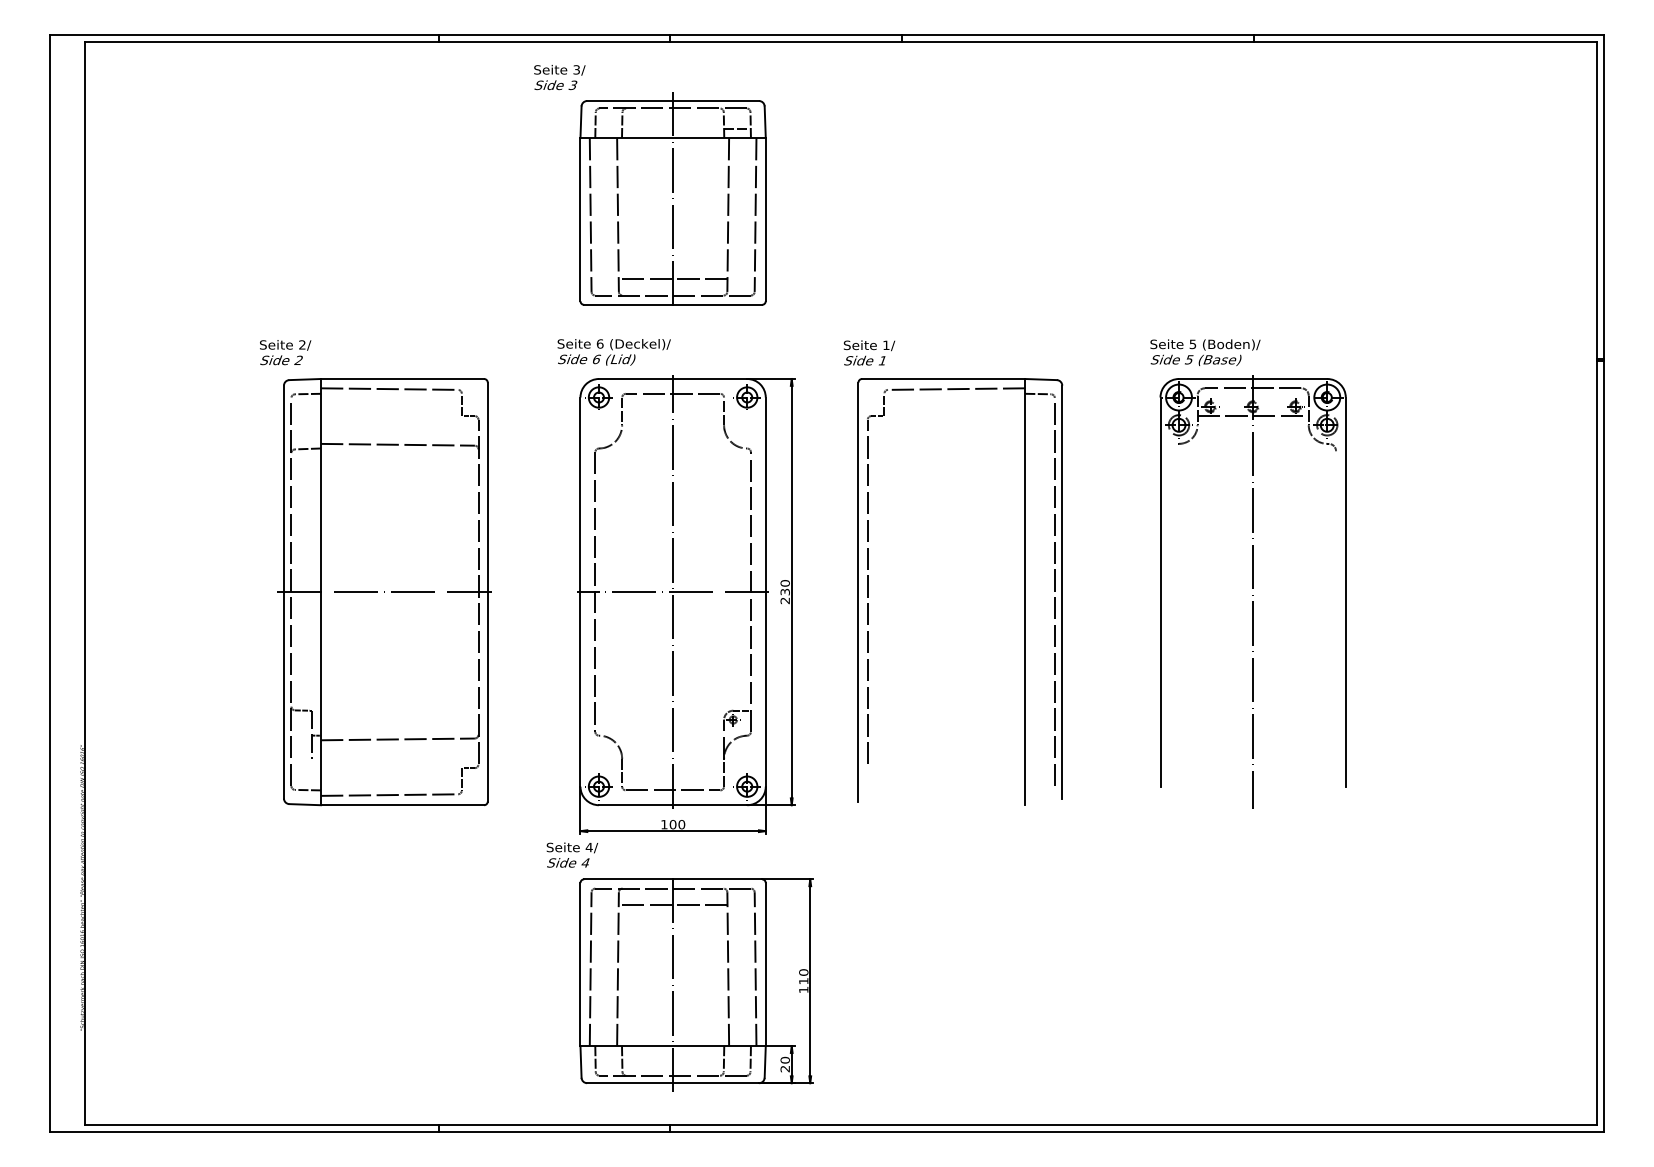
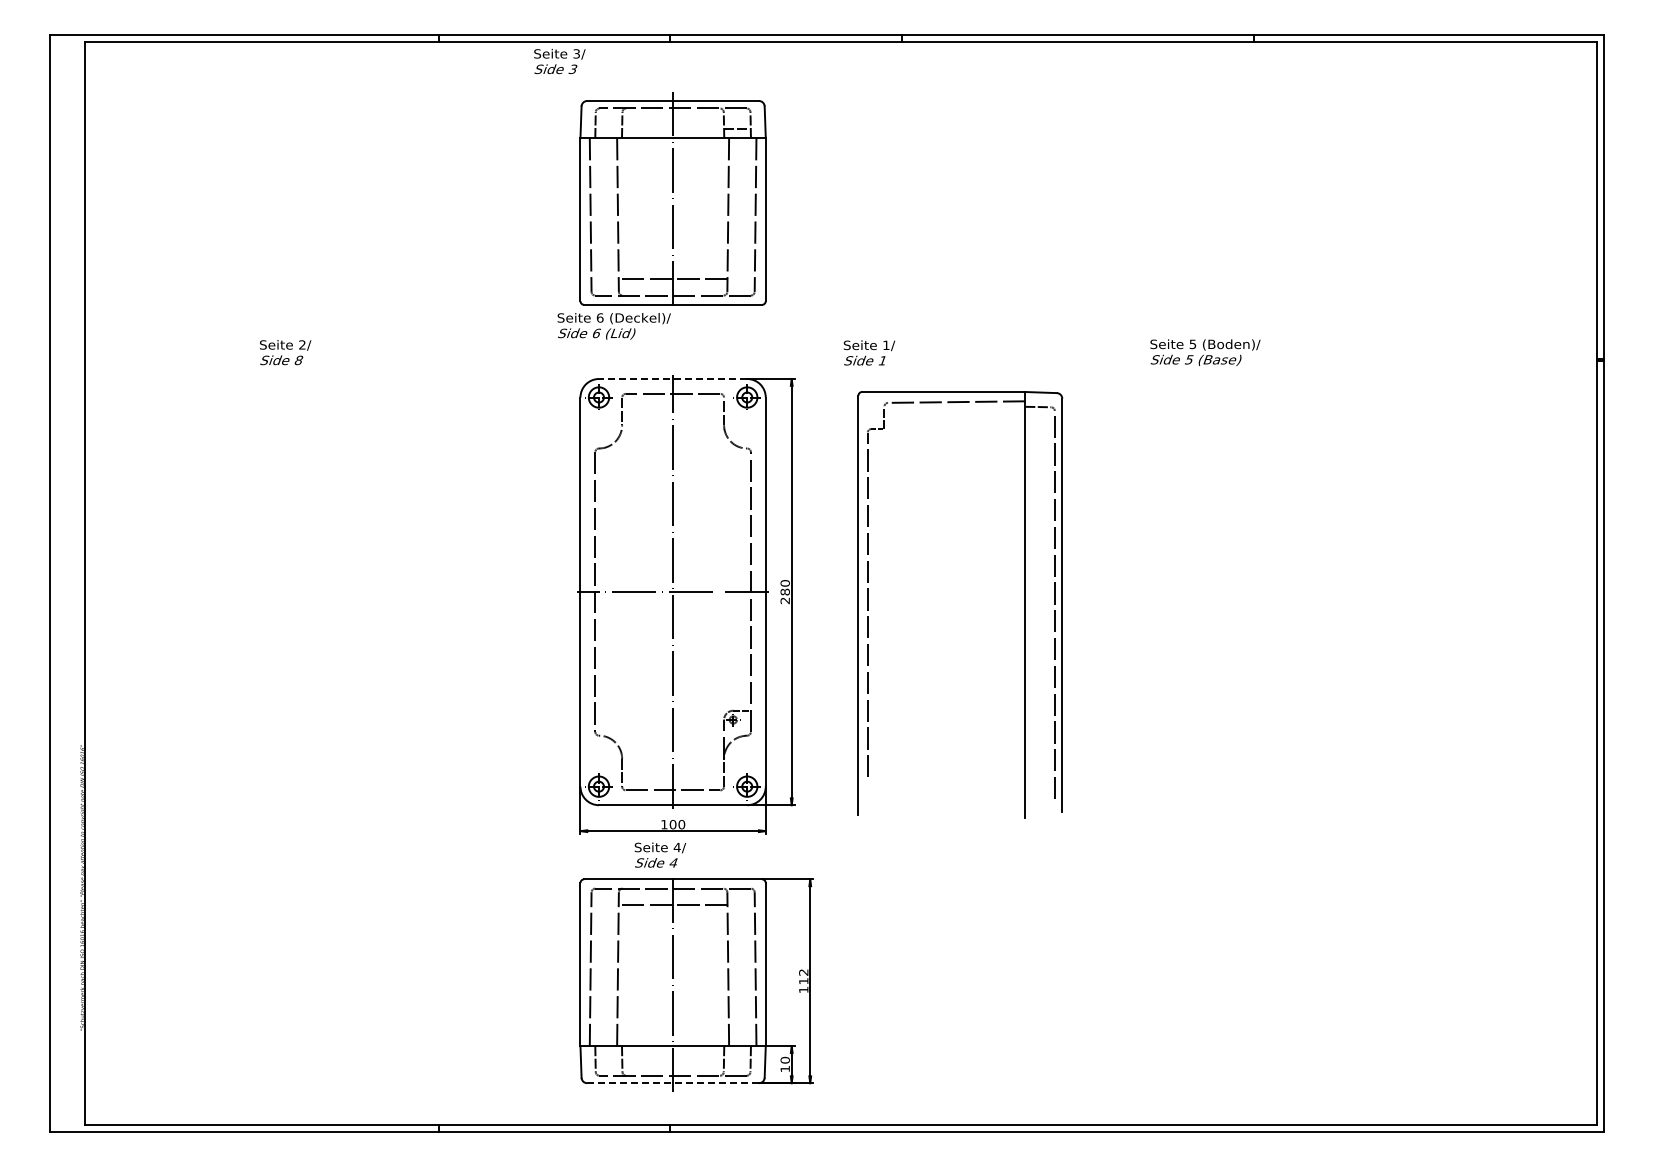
text at (559, 77) position: (559, 77) -> (559, 61)
text at (613, 352) position: (613, 352) -> (613, 326)
text at (298, 360): 2 -> 8
line at (672, 379): solid -> dashed
text at (784, 591): 230 -> 280
part at (1024, 591) position: (1024, 591) -> (1024, 604)
part at (1252, 591): present -> none
part at (384, 592): present -> none
text at (572, 854) position: (572, 854) -> (660, 854)
text at (803, 972): 110 -> 112
text at (784, 1069): 20 -> 10
line at (673, 1083): solid -> dashed
